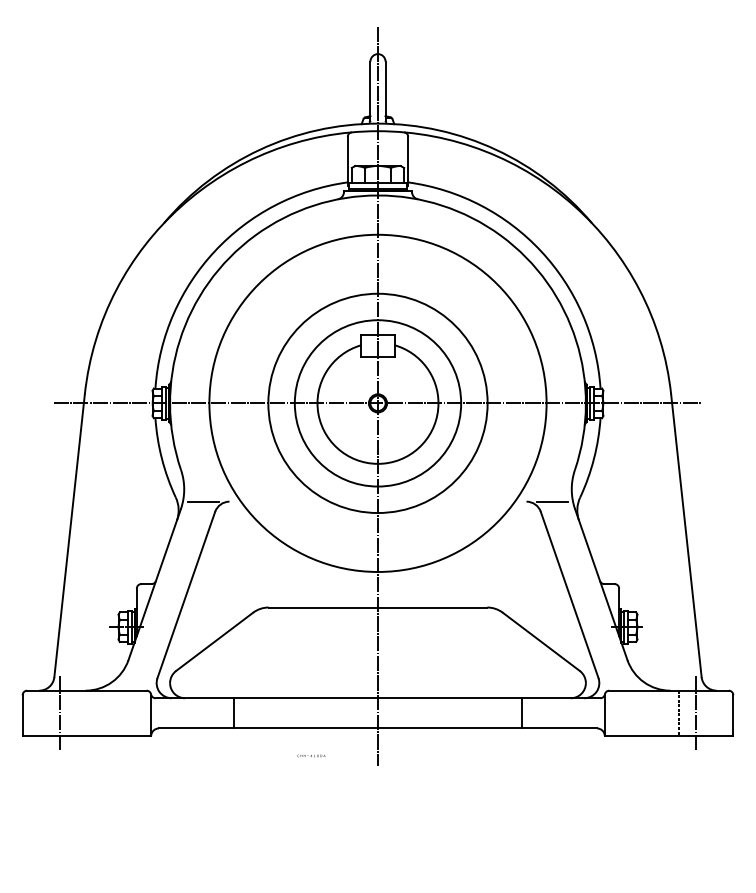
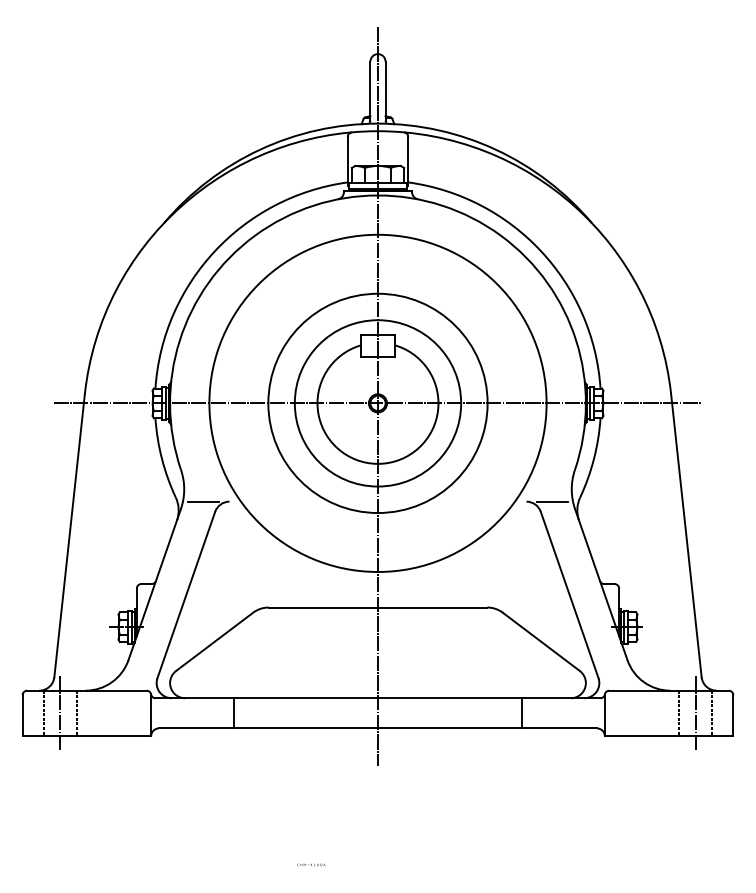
line at (43, 713): none -> present
line at (77, 713): none -> present
line at (712, 713): none -> present
text at (311, 755) position: (311, 755) -> (311, 864)
